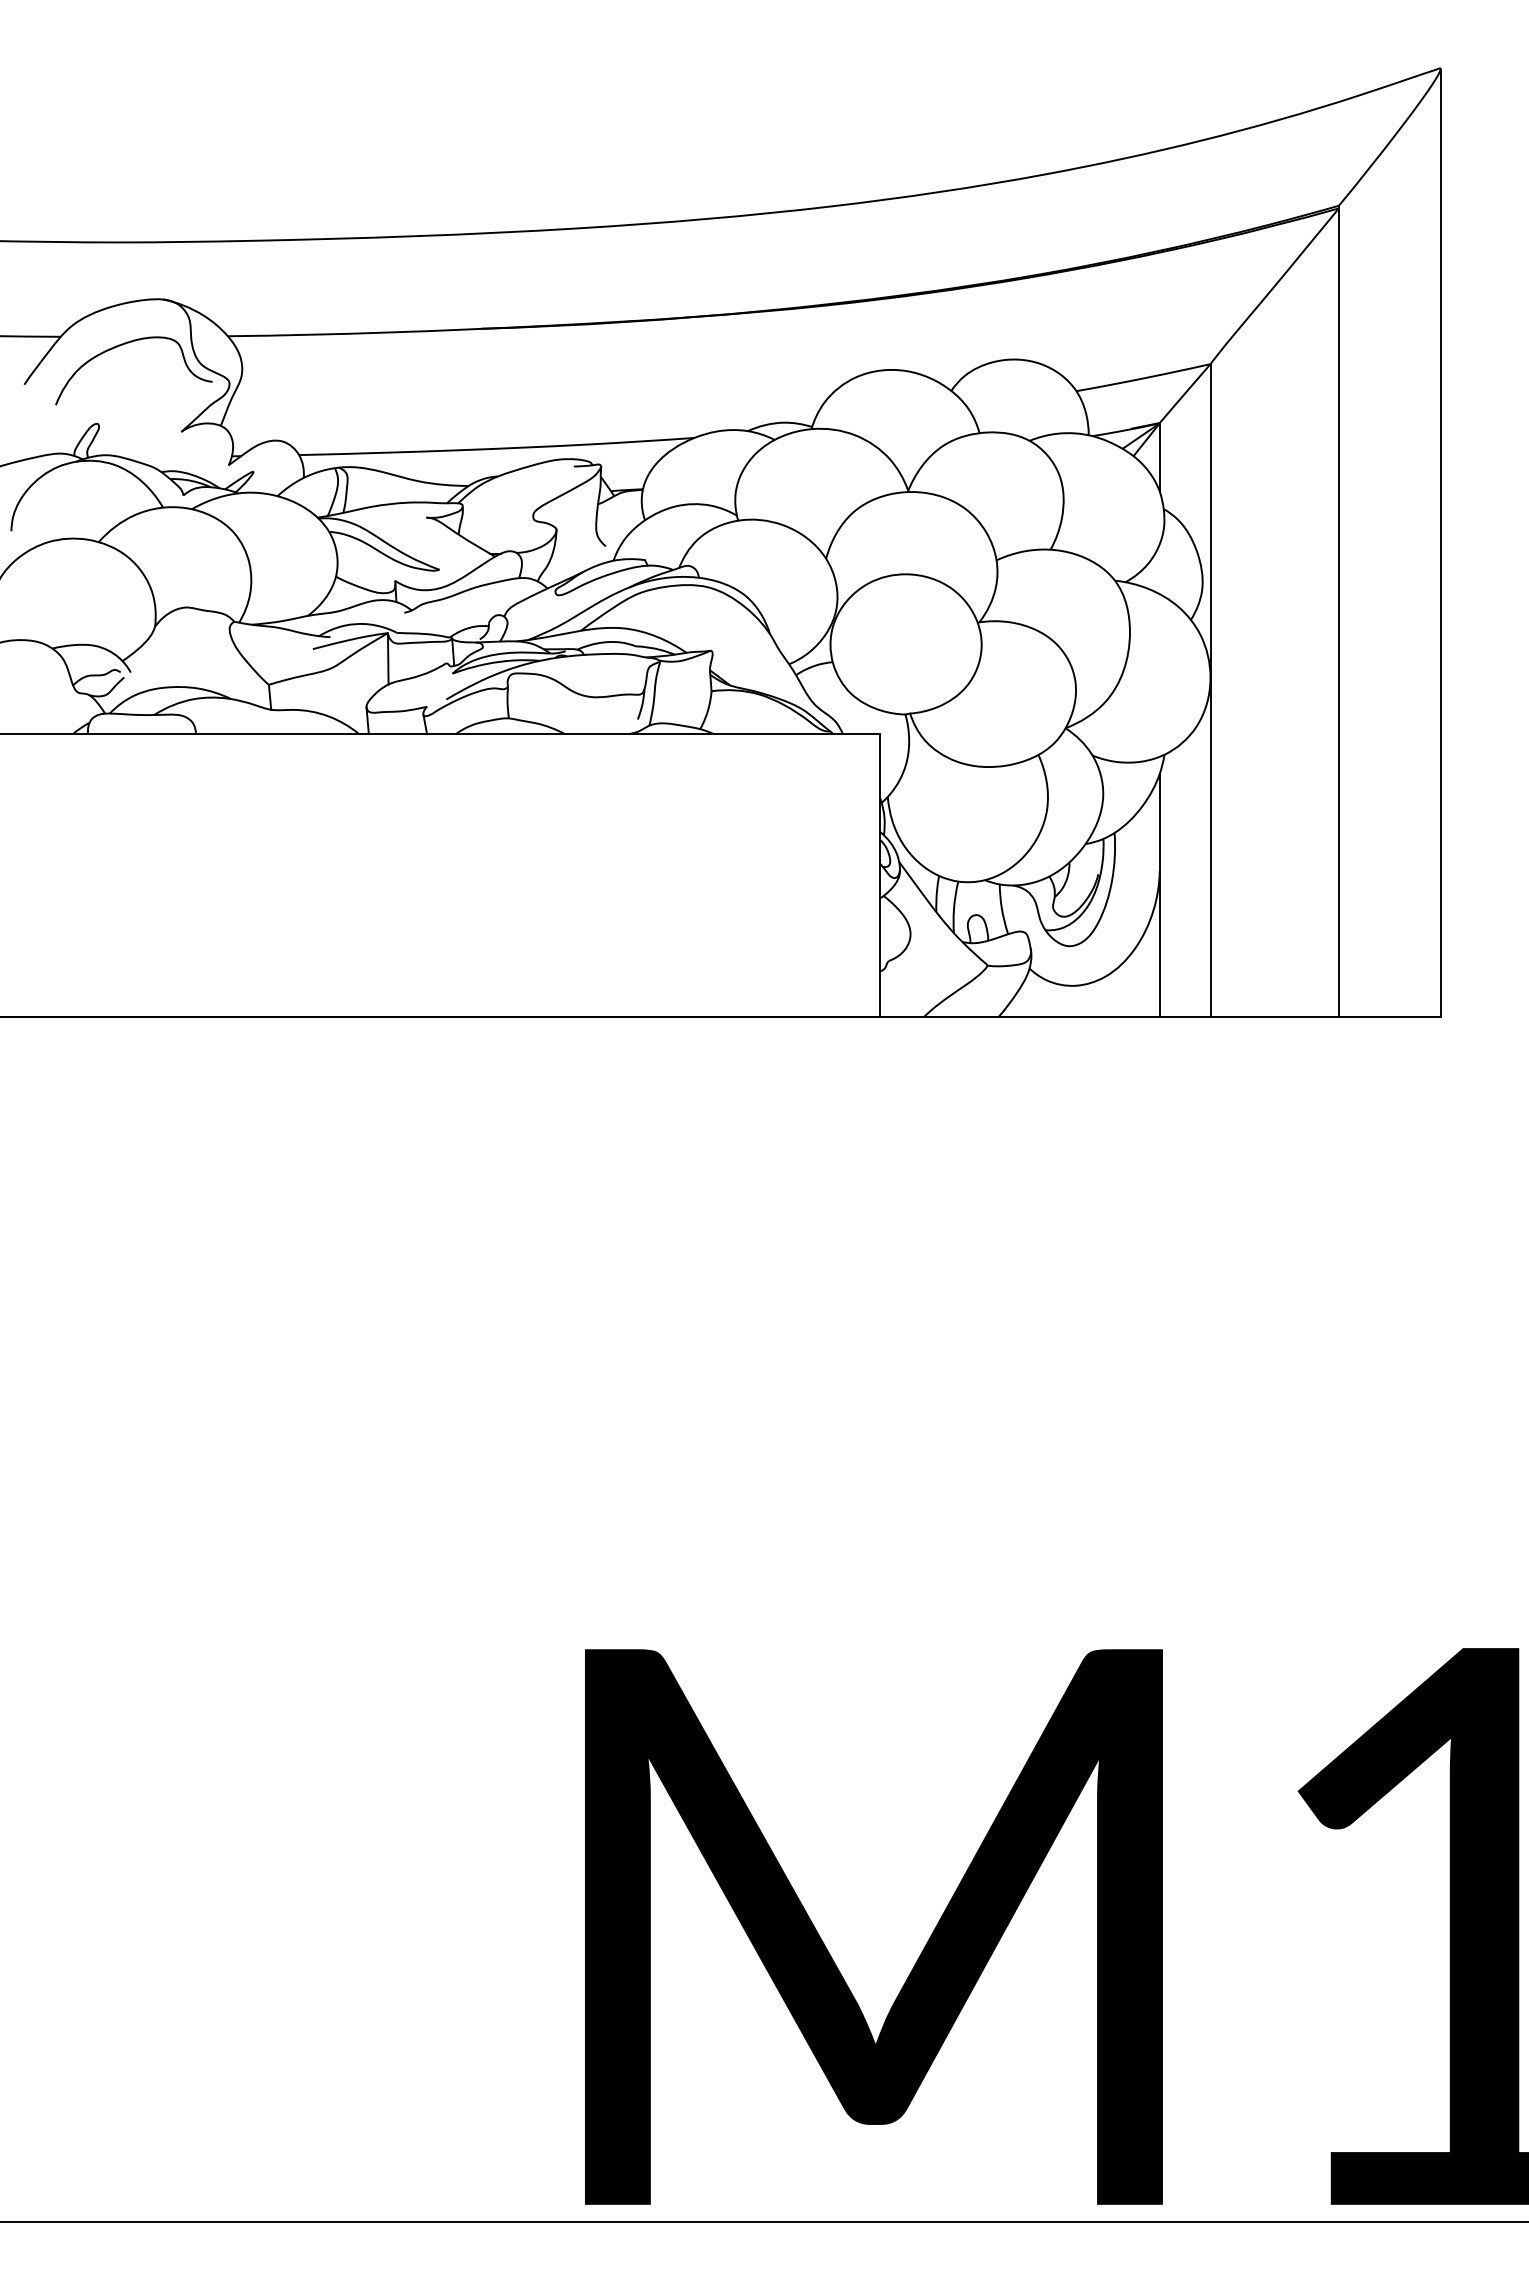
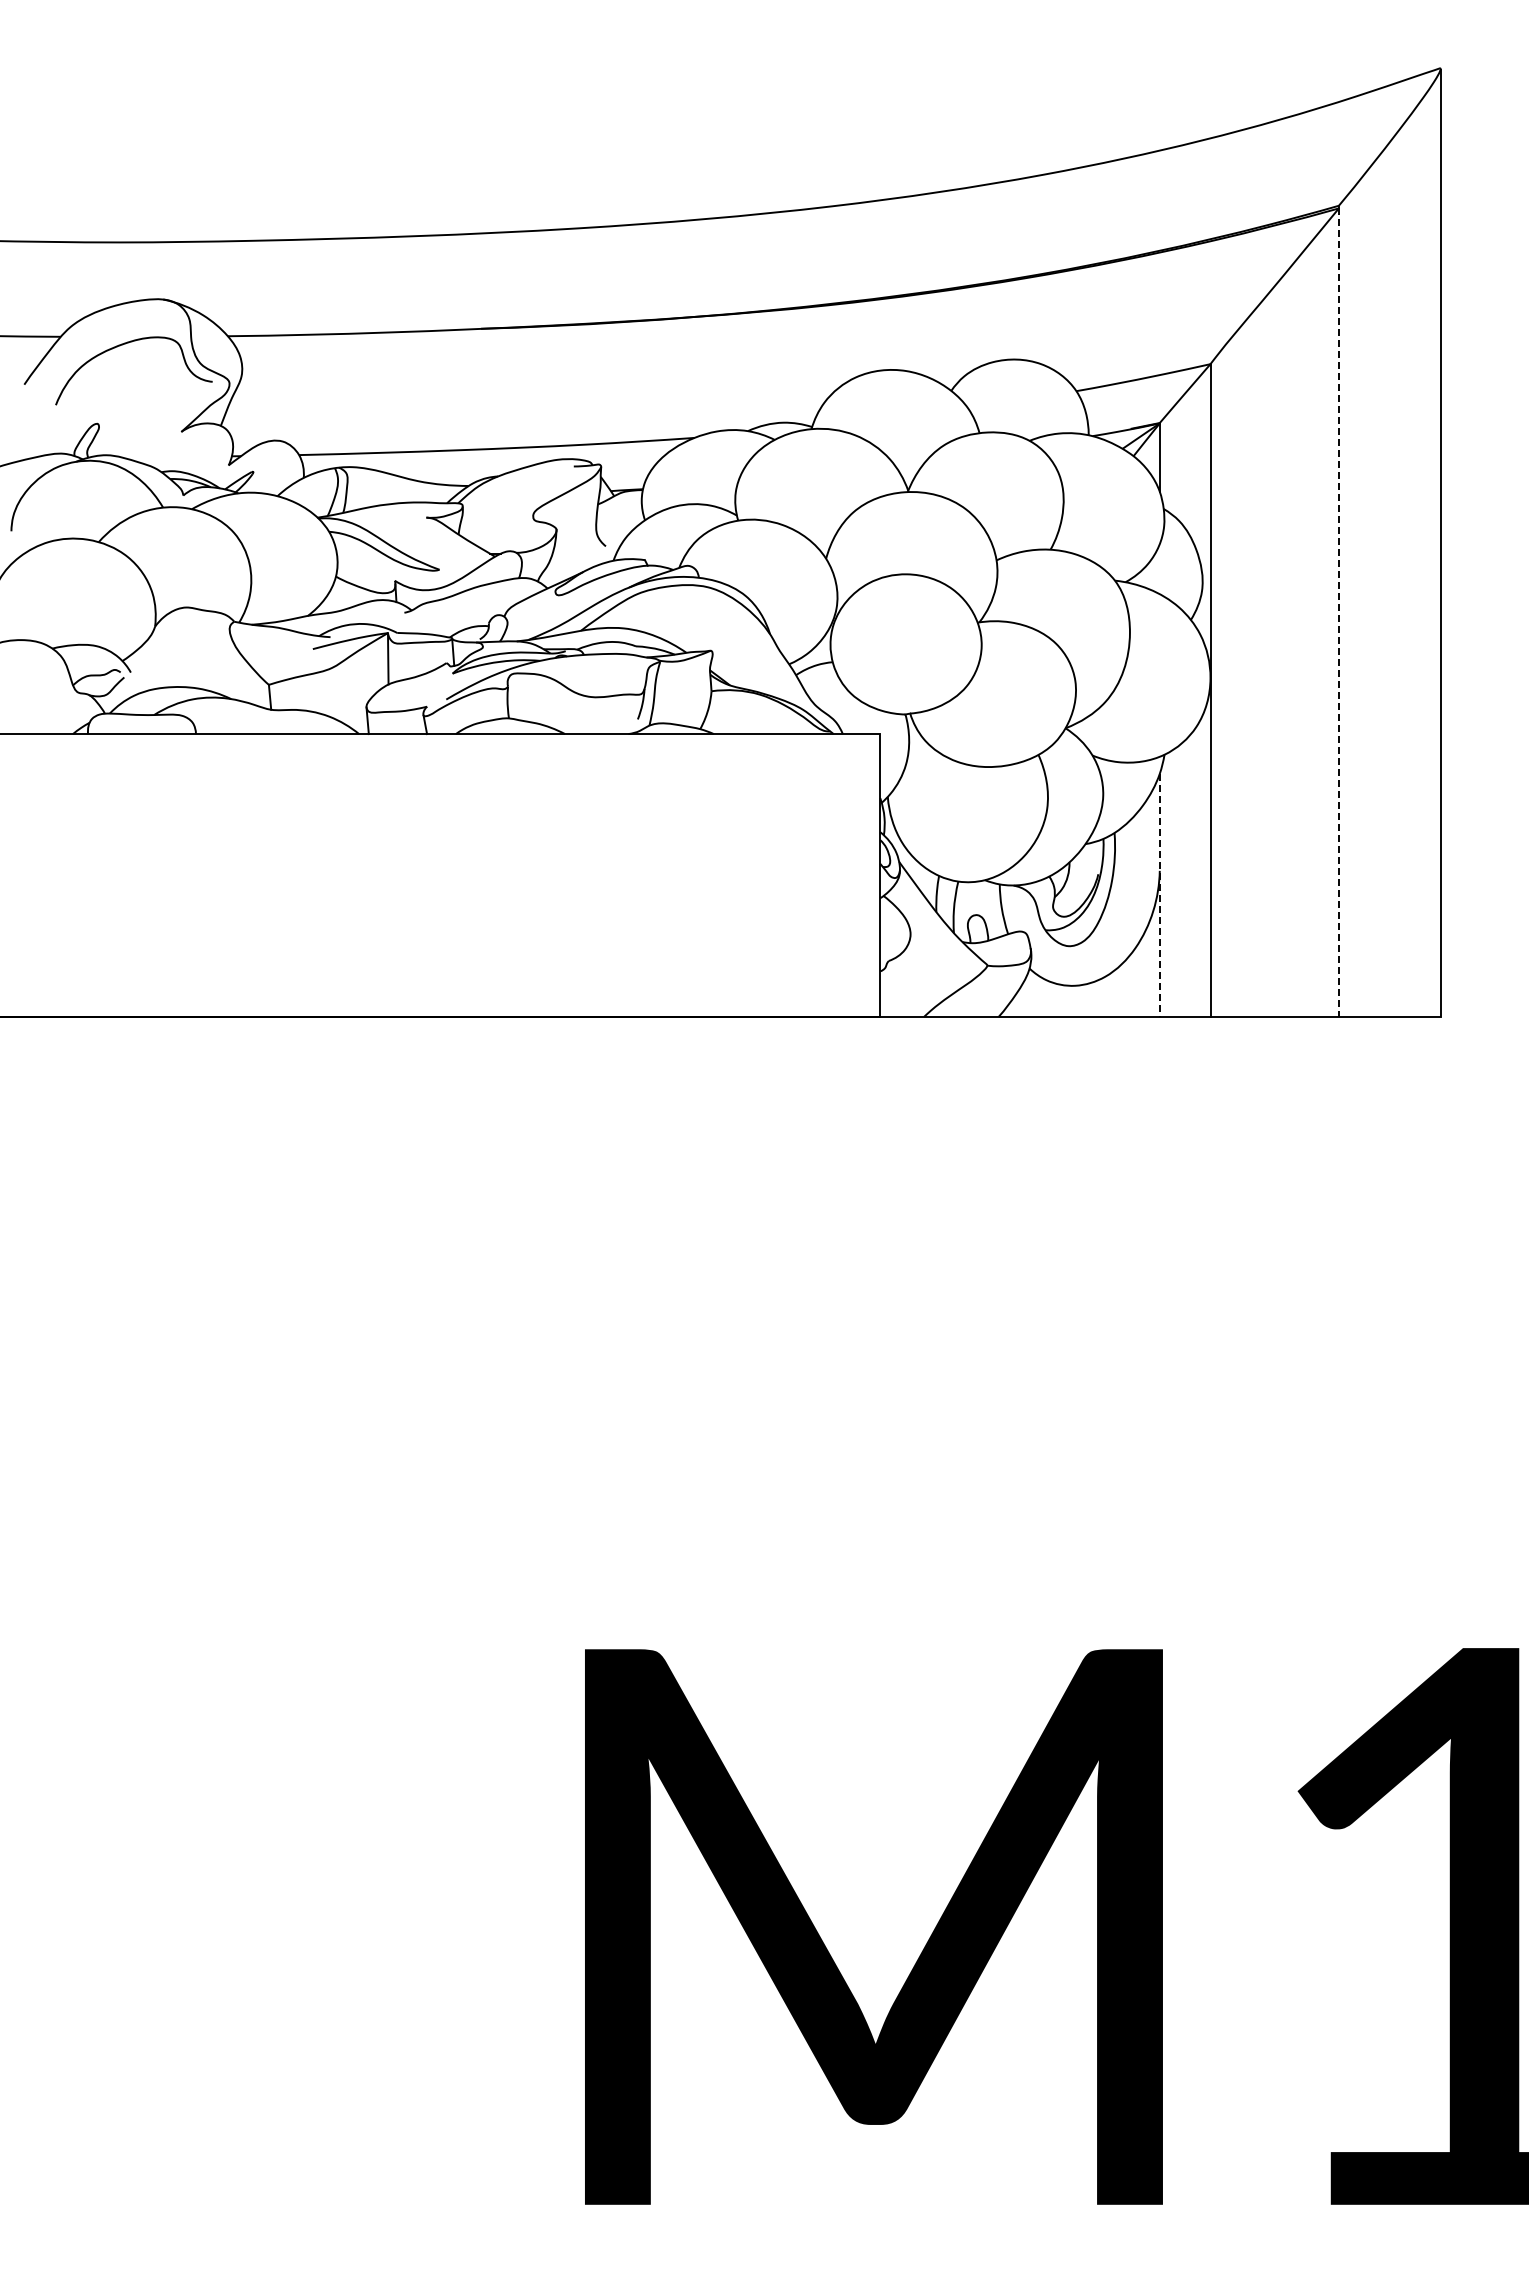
line at (1338, 613): solid -> dashed
line at (1159, 895): solid -> dashed
line at (763, 2221): present -> none
